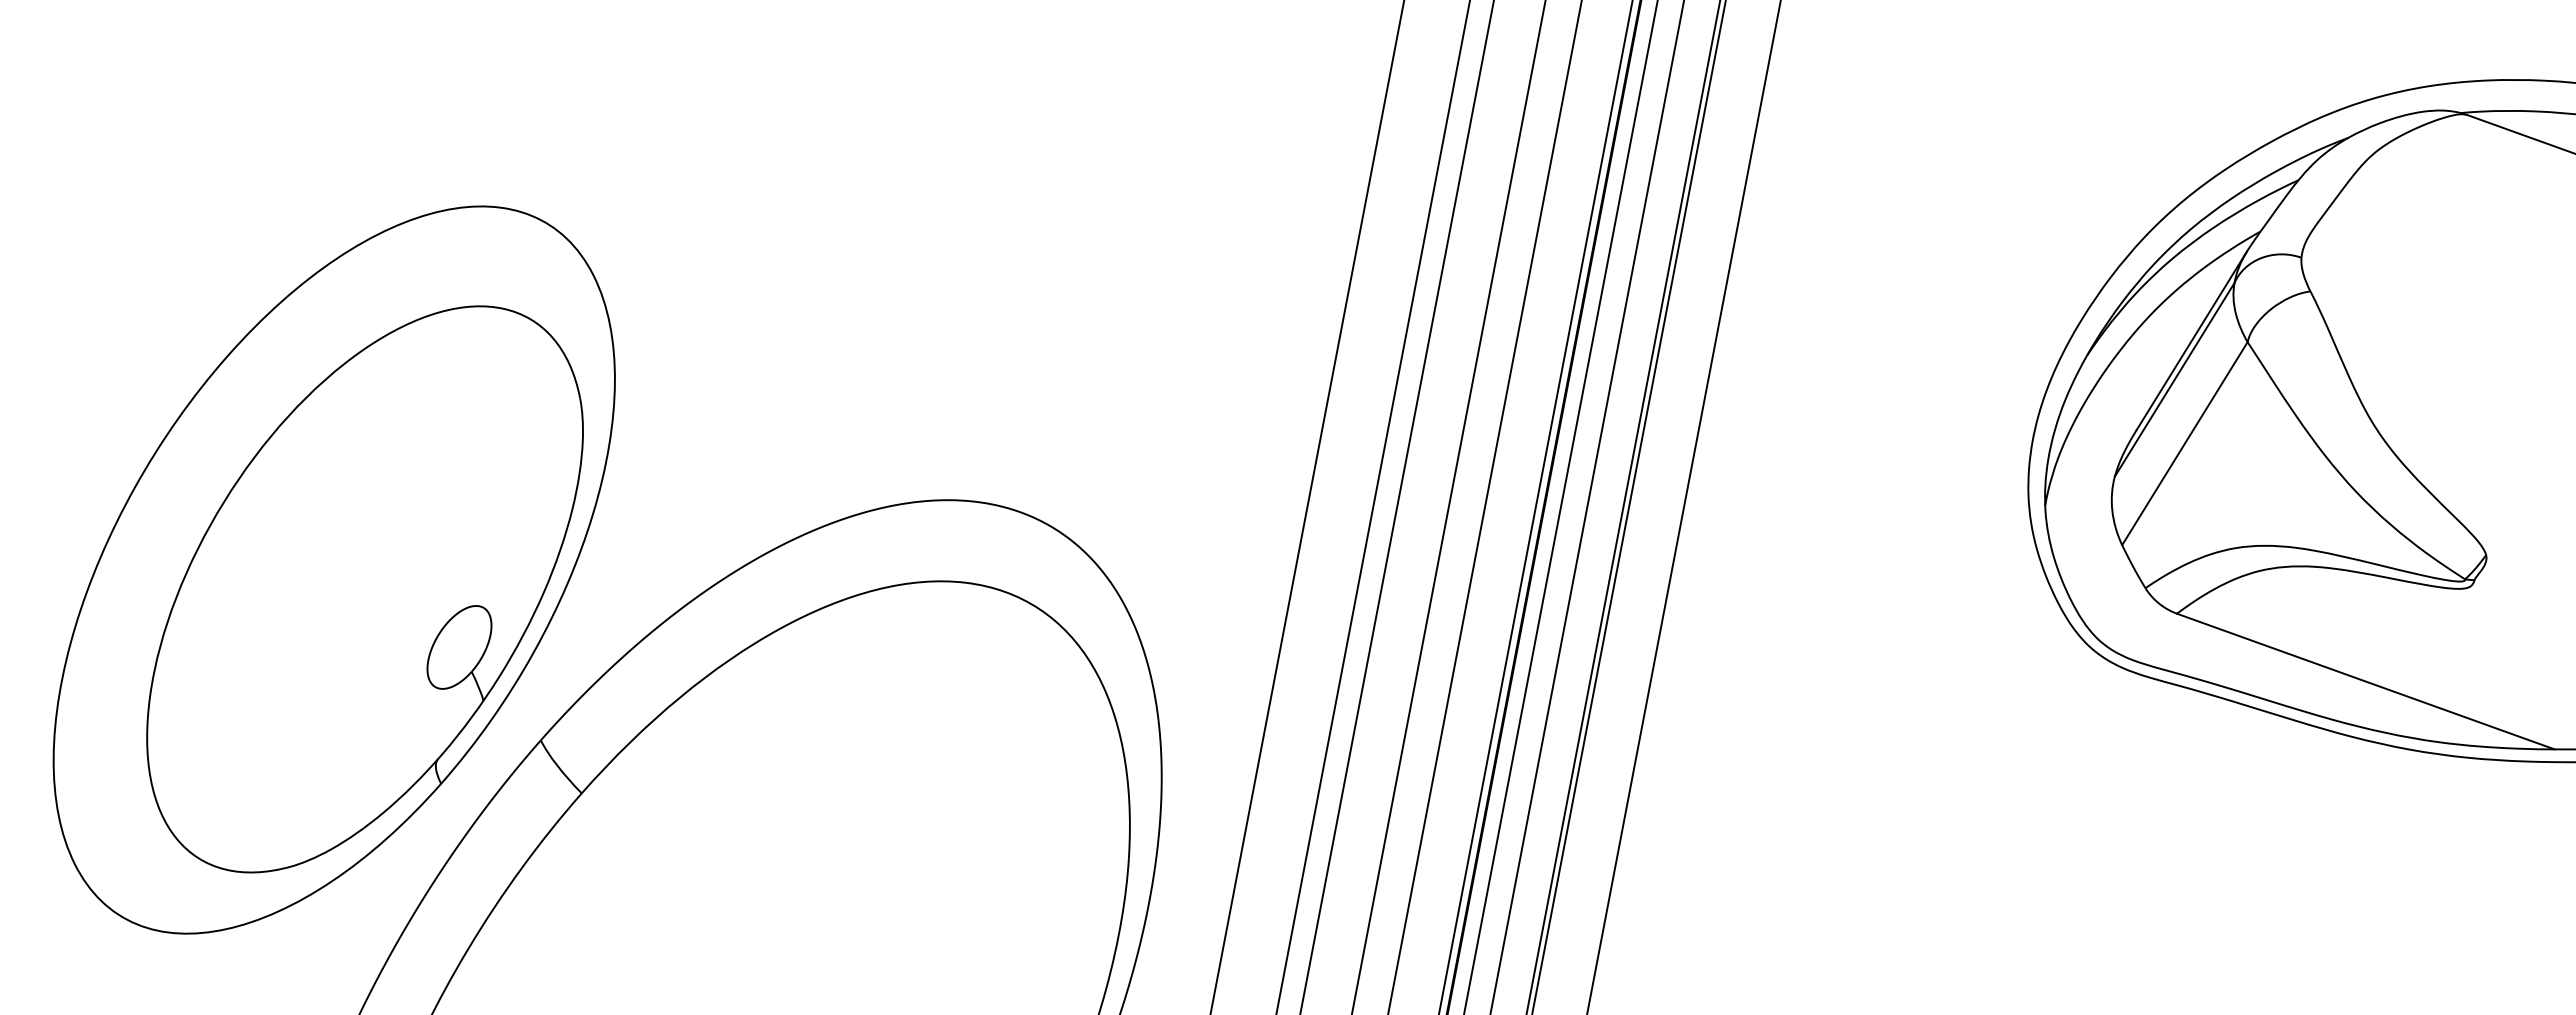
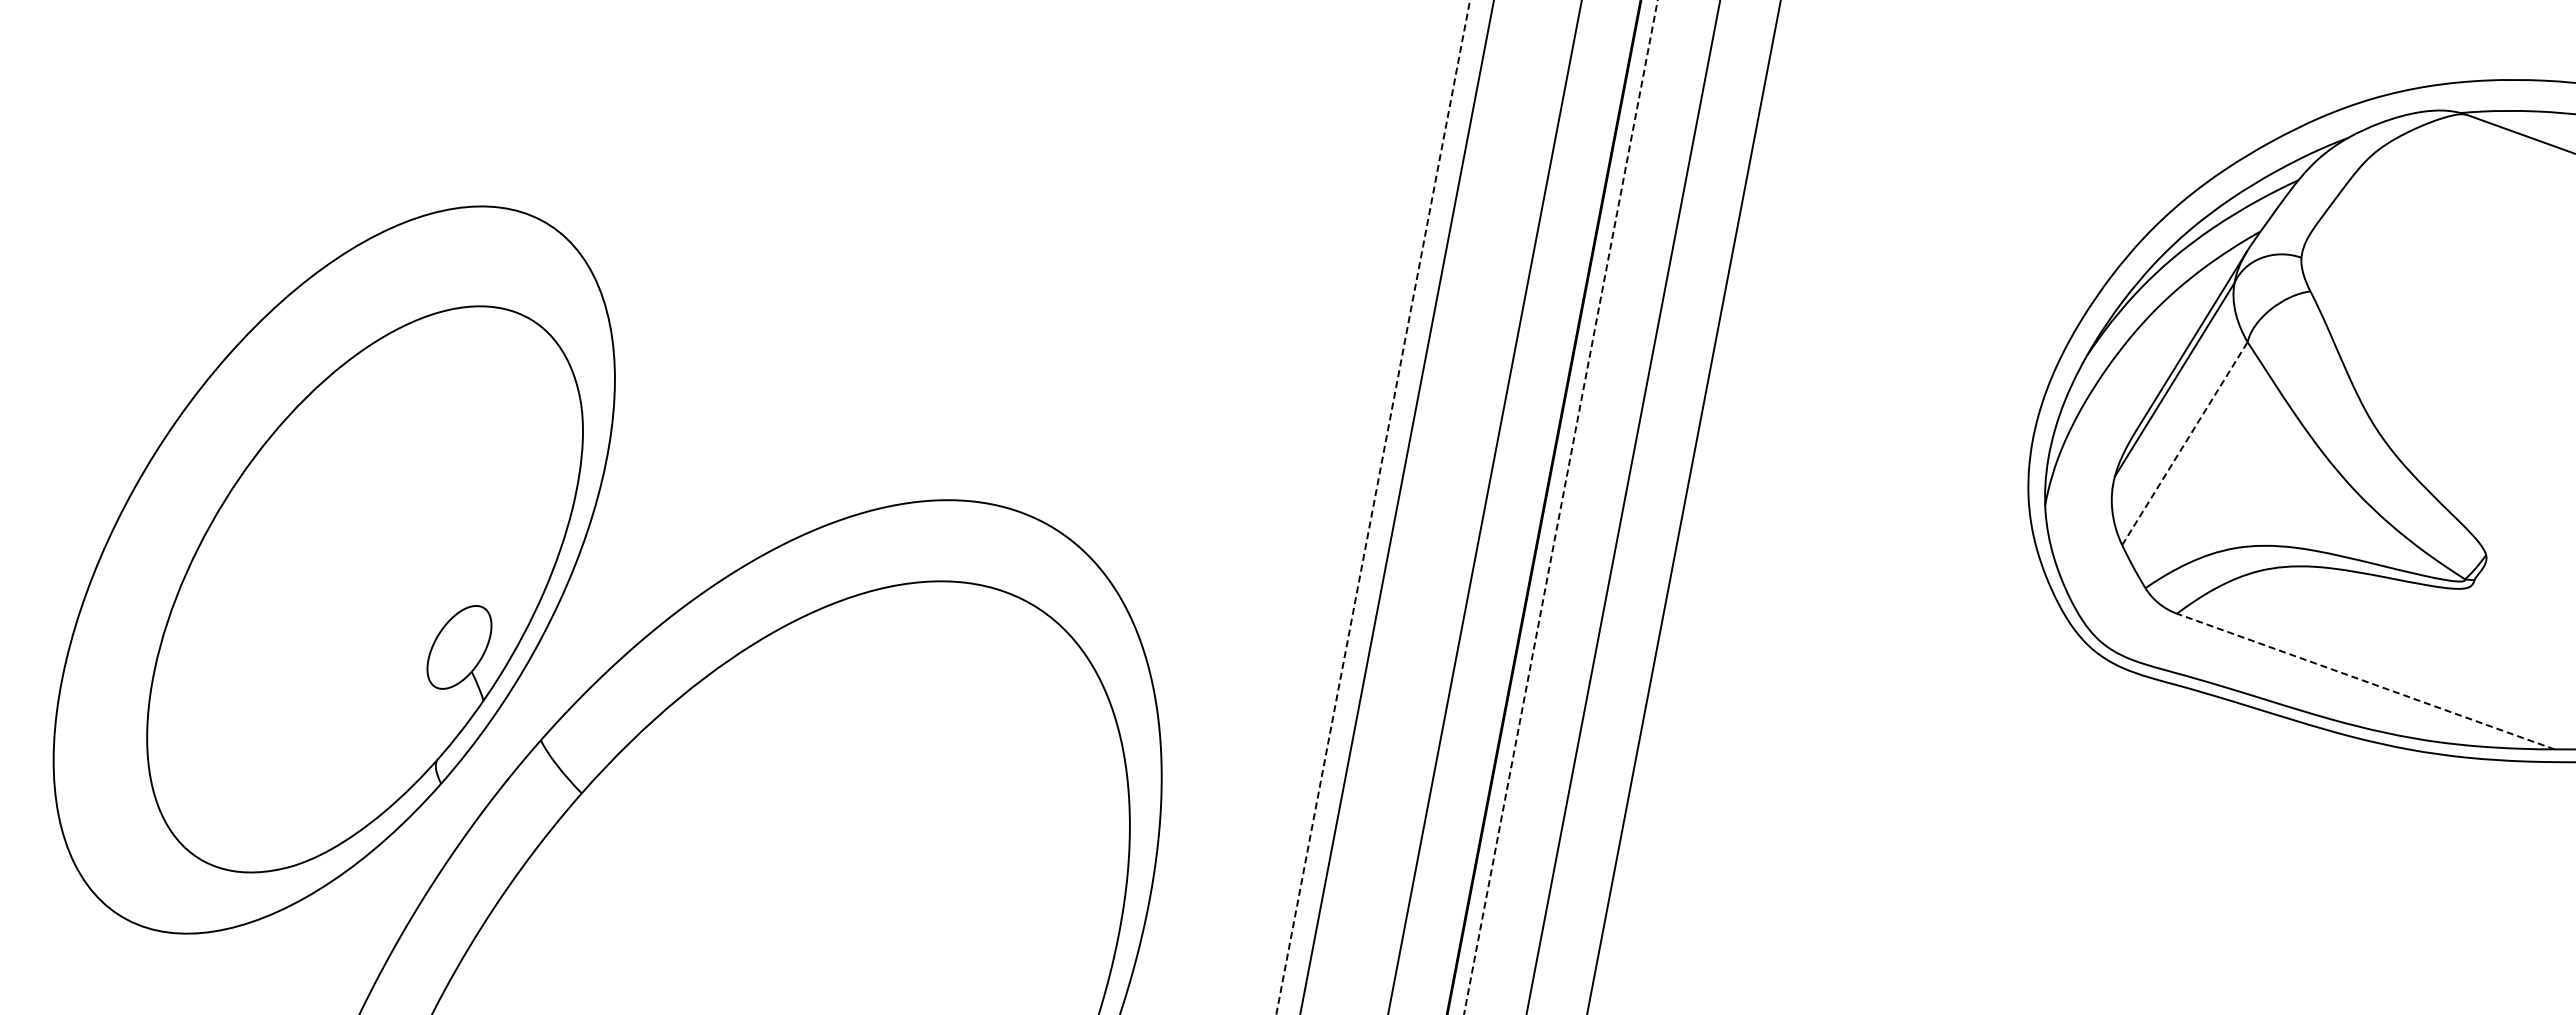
line at (2185, 443): solid -> dashed
line at (1307, 506): present -> none
line at (1448, 506): present -> none
line at (1535, 506): present -> none
line at (1586, 506): present -> none
line at (1628, 506): present -> none
line at (1373, 507): solid -> dashed
line at (1560, 507): solid -> dashed
line at (2365, 681): solid -> dashed
